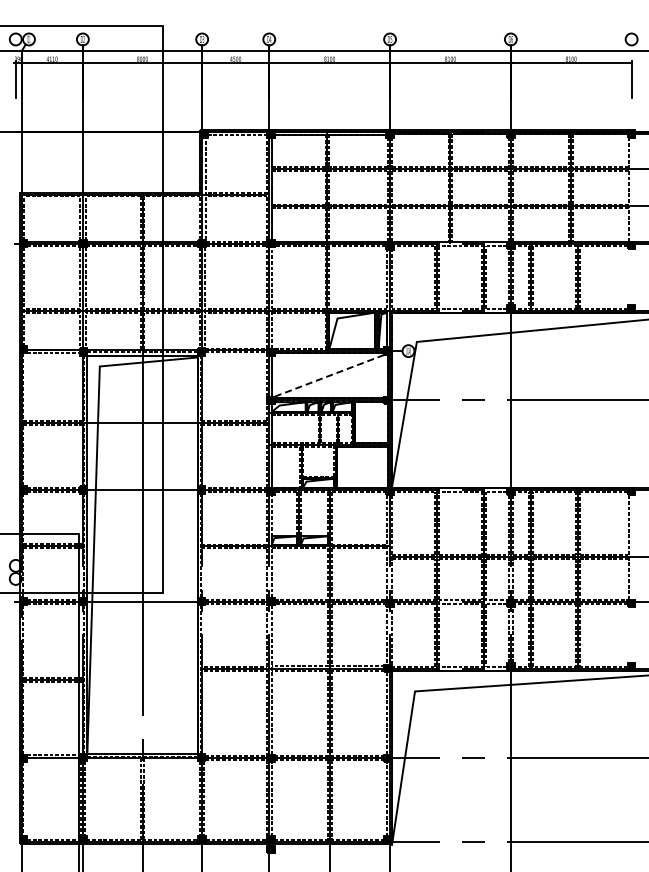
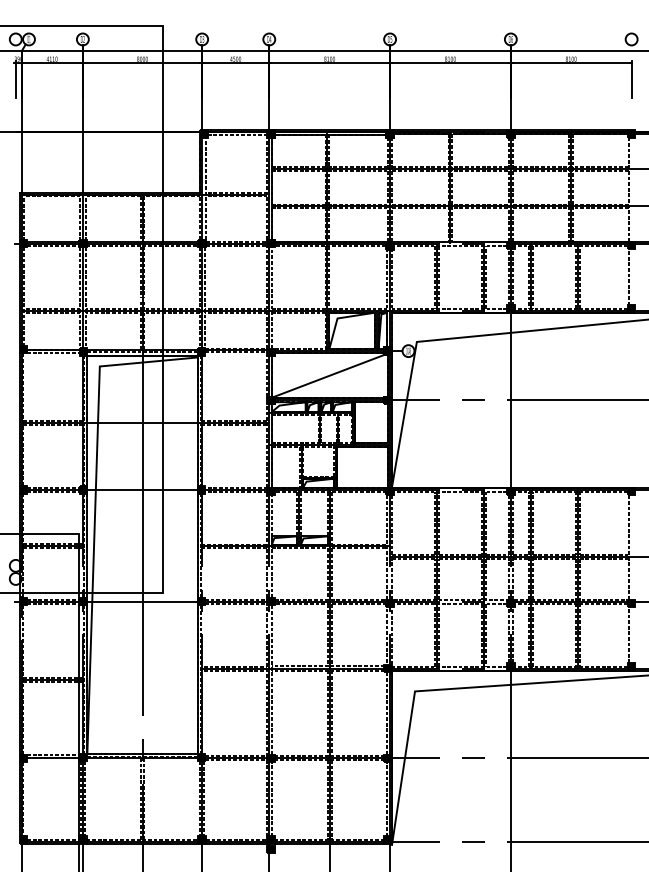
line at (629, 277): none -> present
line at (329, 375): dashed -> solid
line at (629, 635): none -> present
